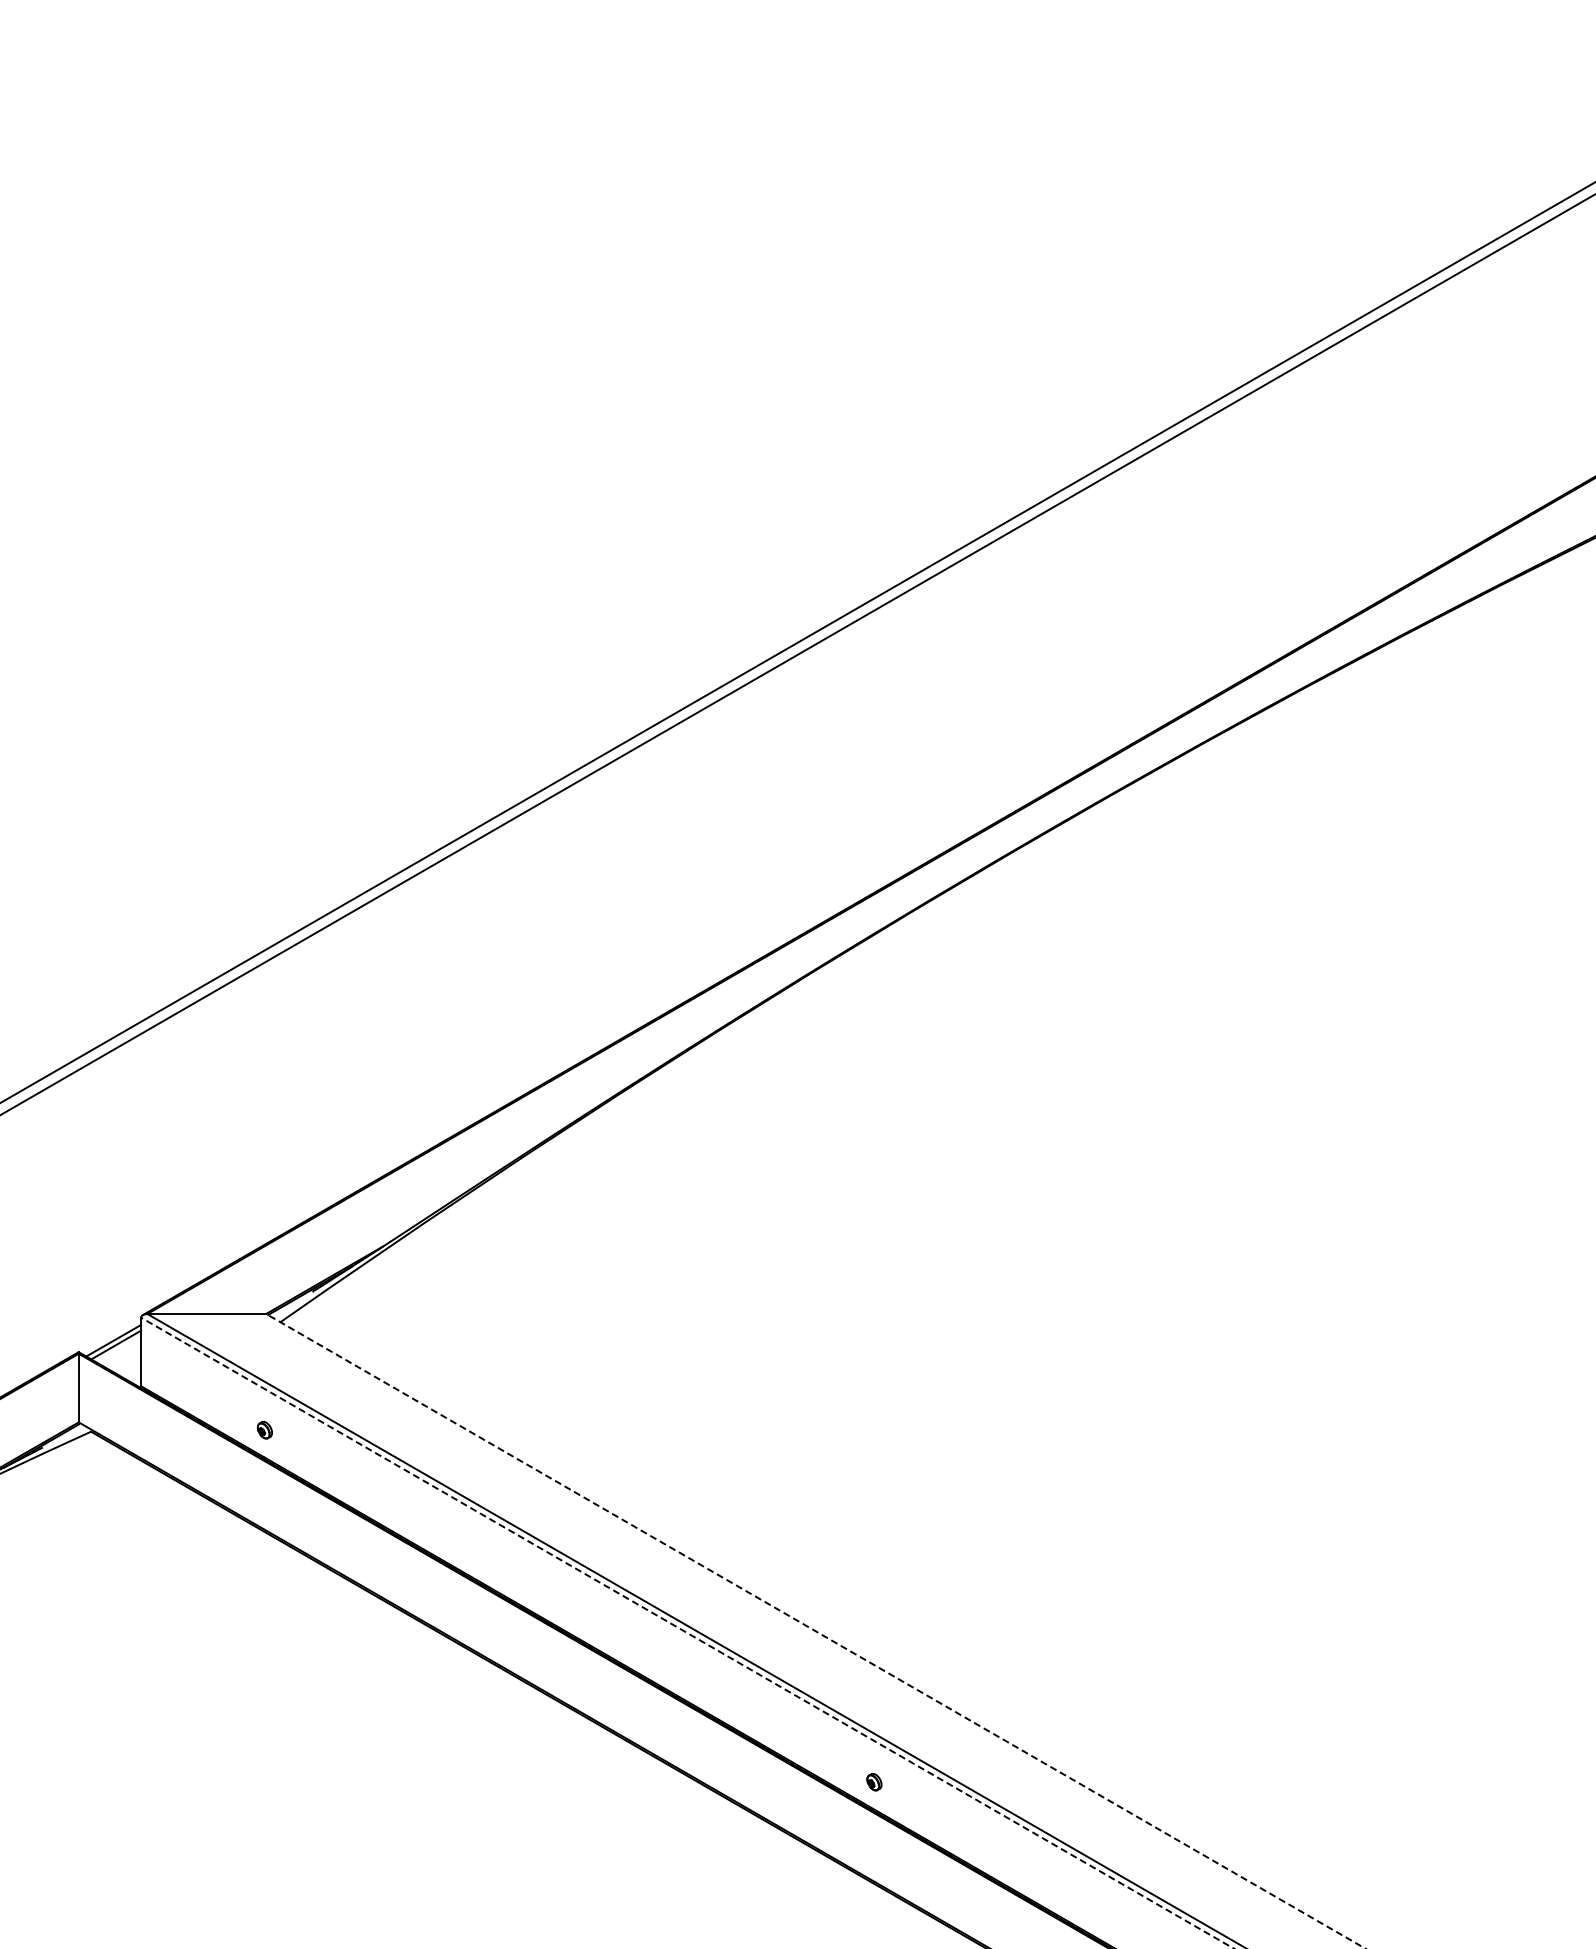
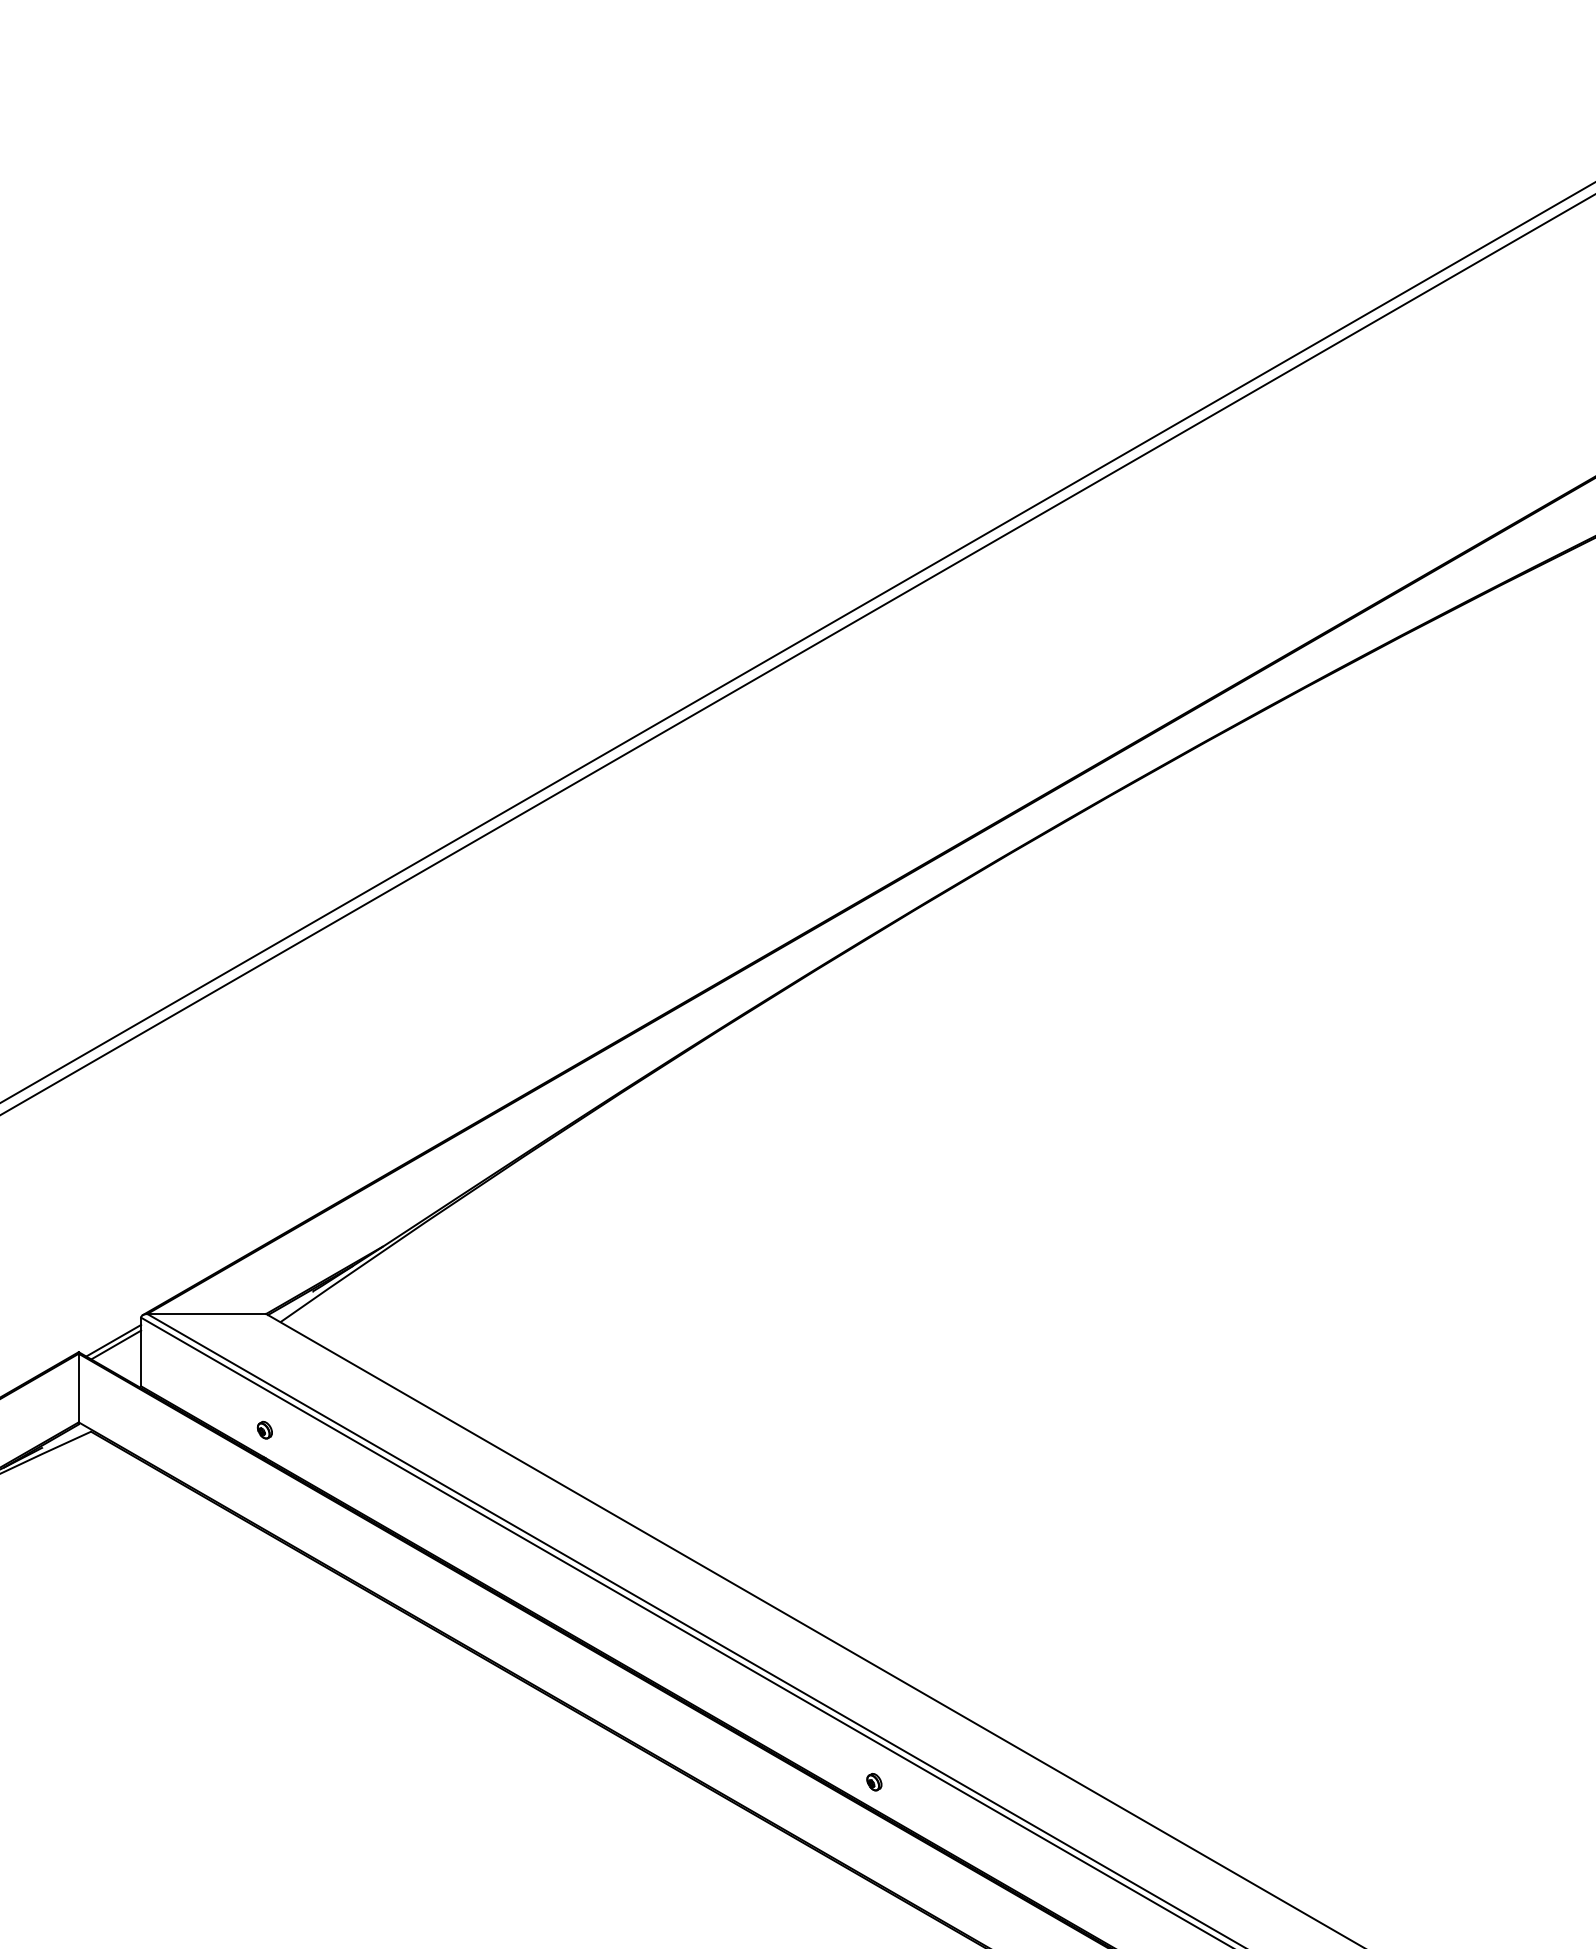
line at (816, 1631): dashed -> solid
line at (687, 1633): dashed -> solid
